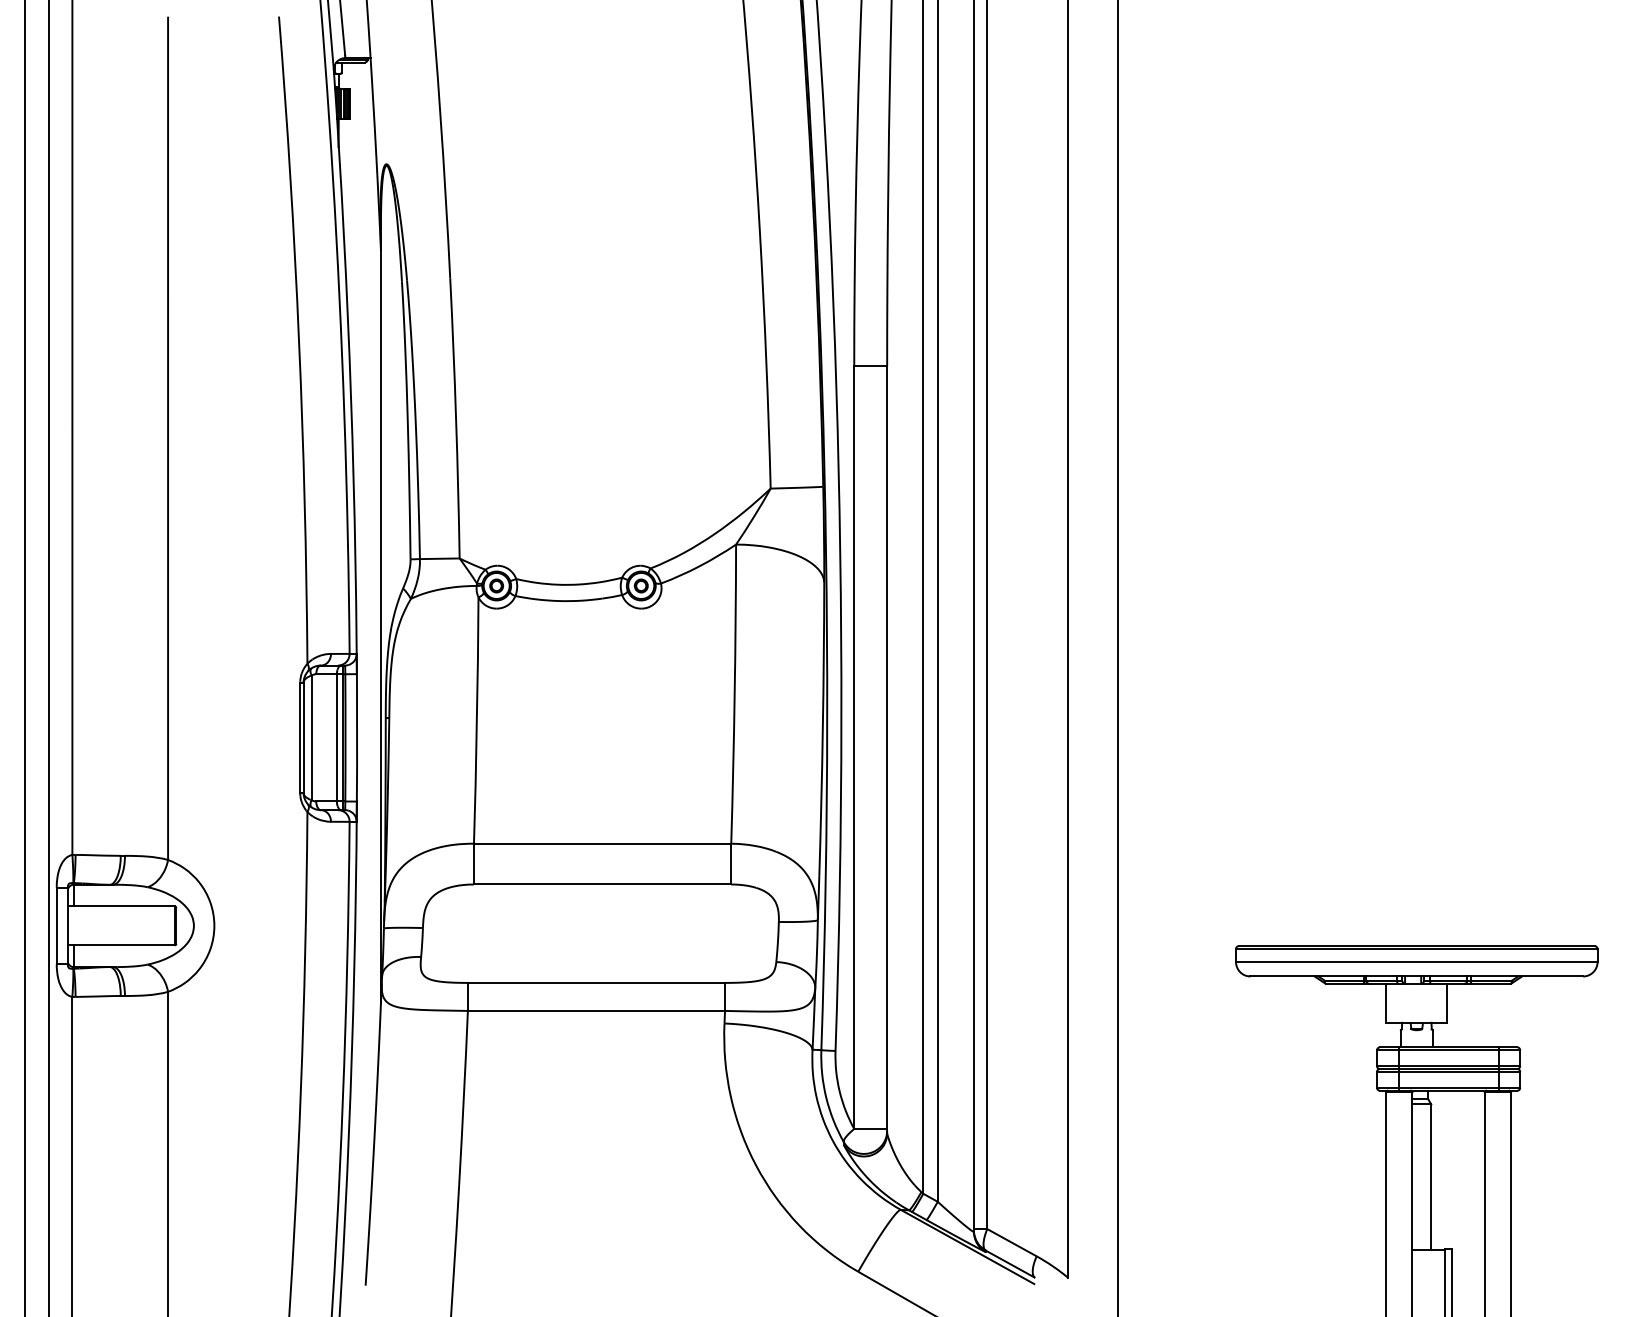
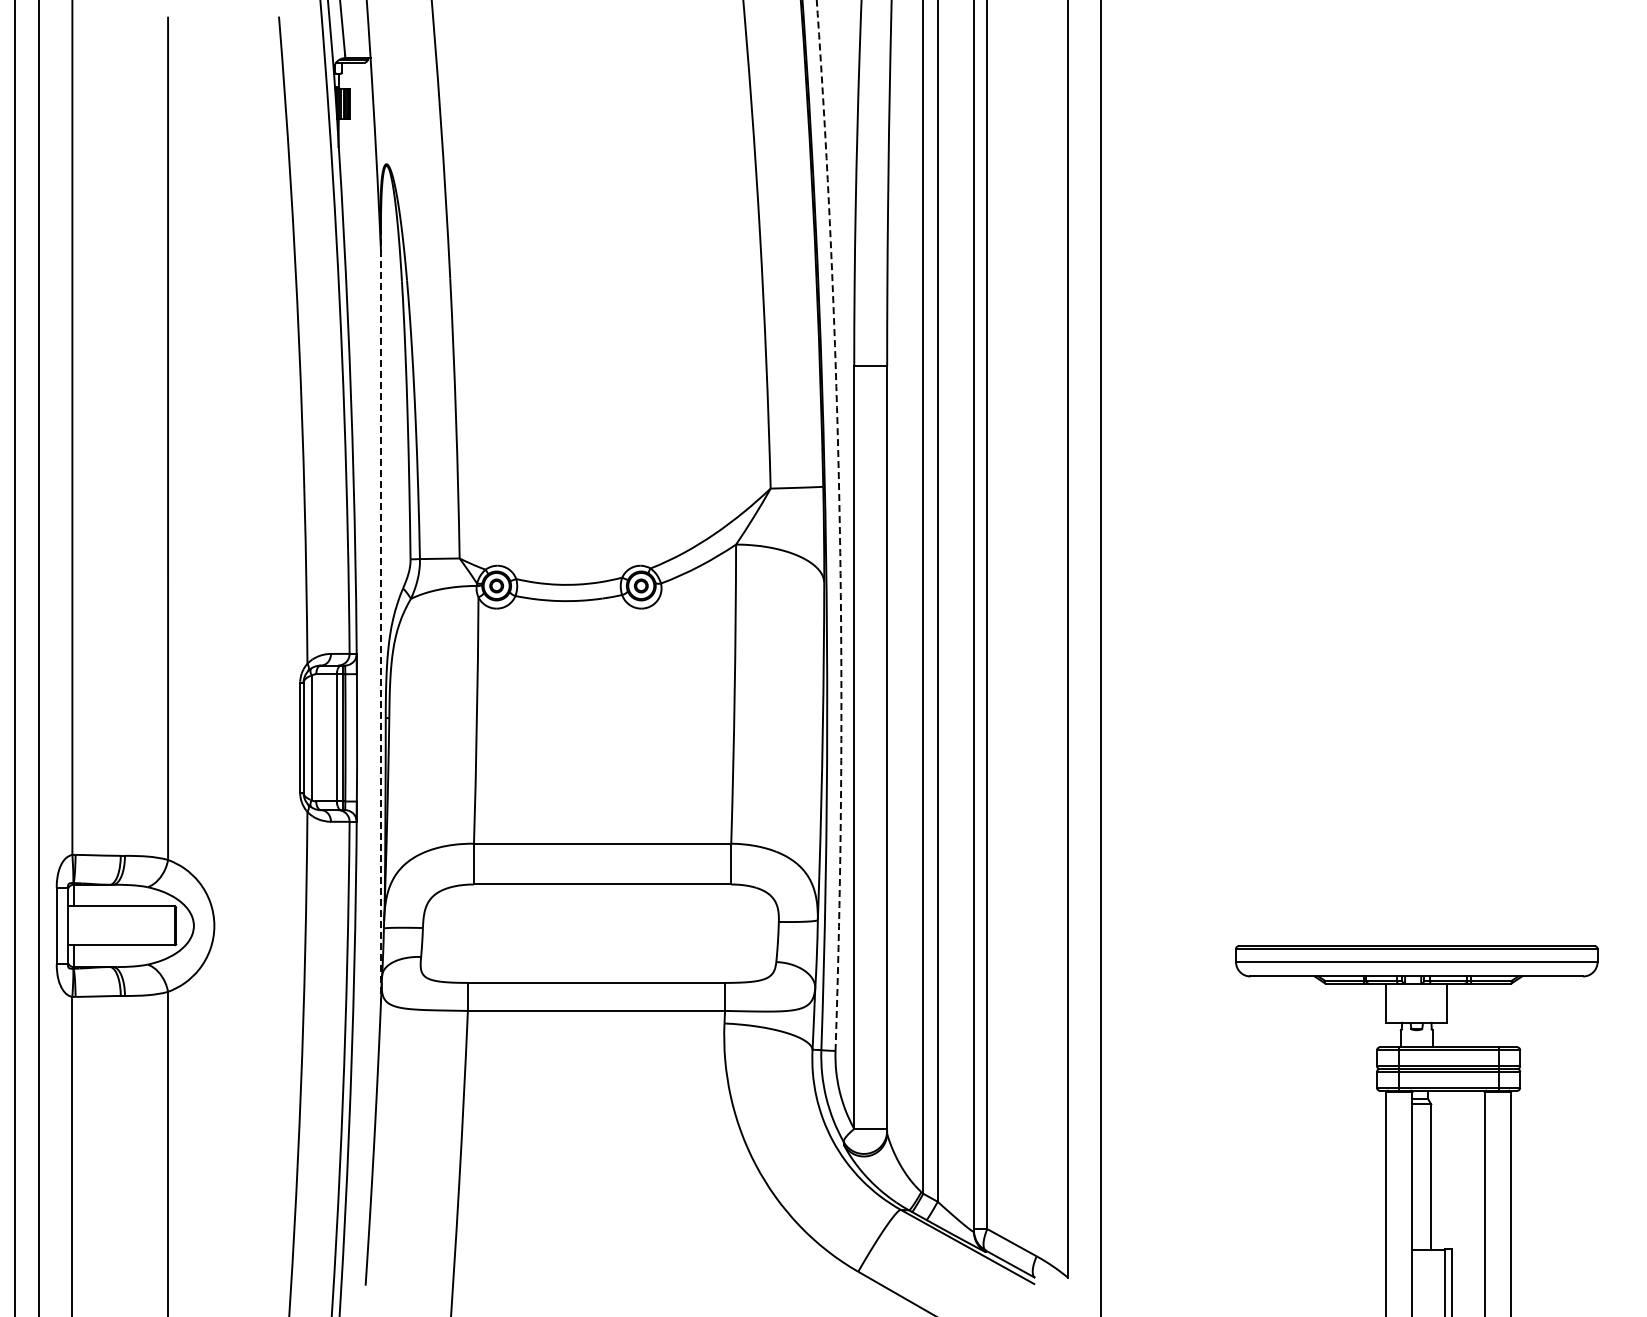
arc at (839, 525): solid -> dashed
line at (380, 615): solid -> dashed
line at (25, 657) position: (25, 657) -> (15, 657)
line at (49, 657) position: (49, 657) -> (39, 657)
line at (1117, 657) position: (1117, 657) -> (1100, 657)
